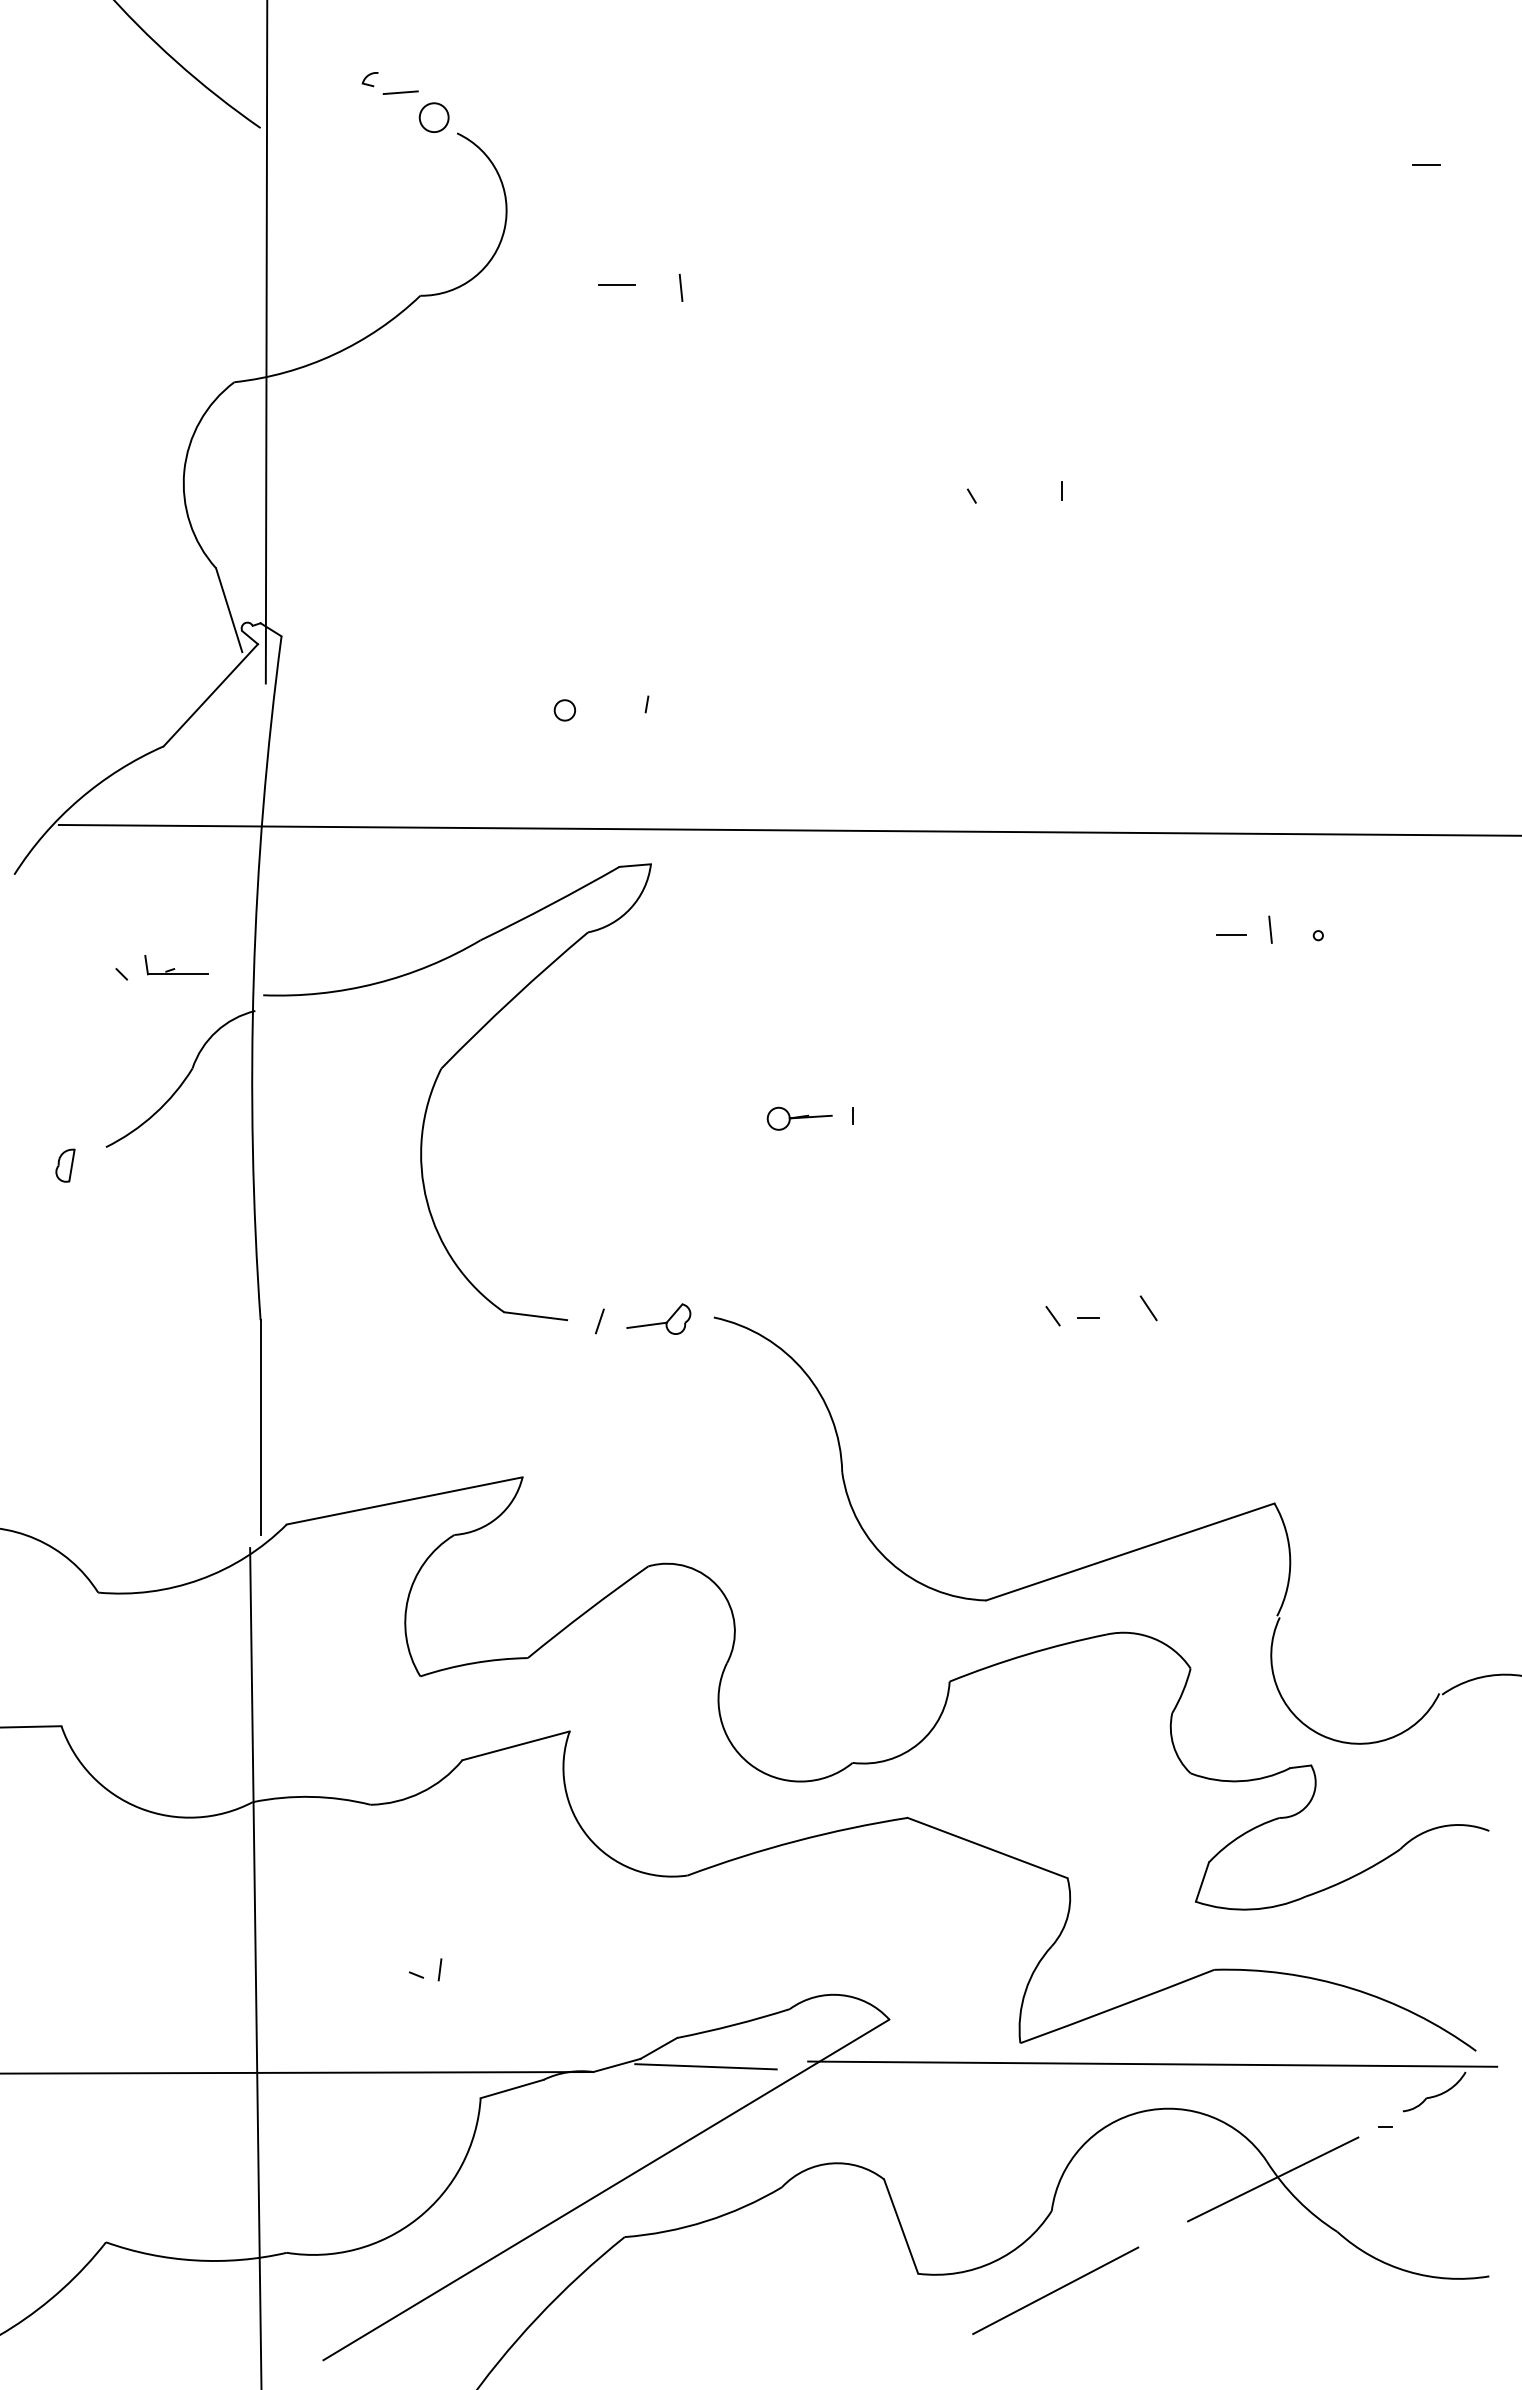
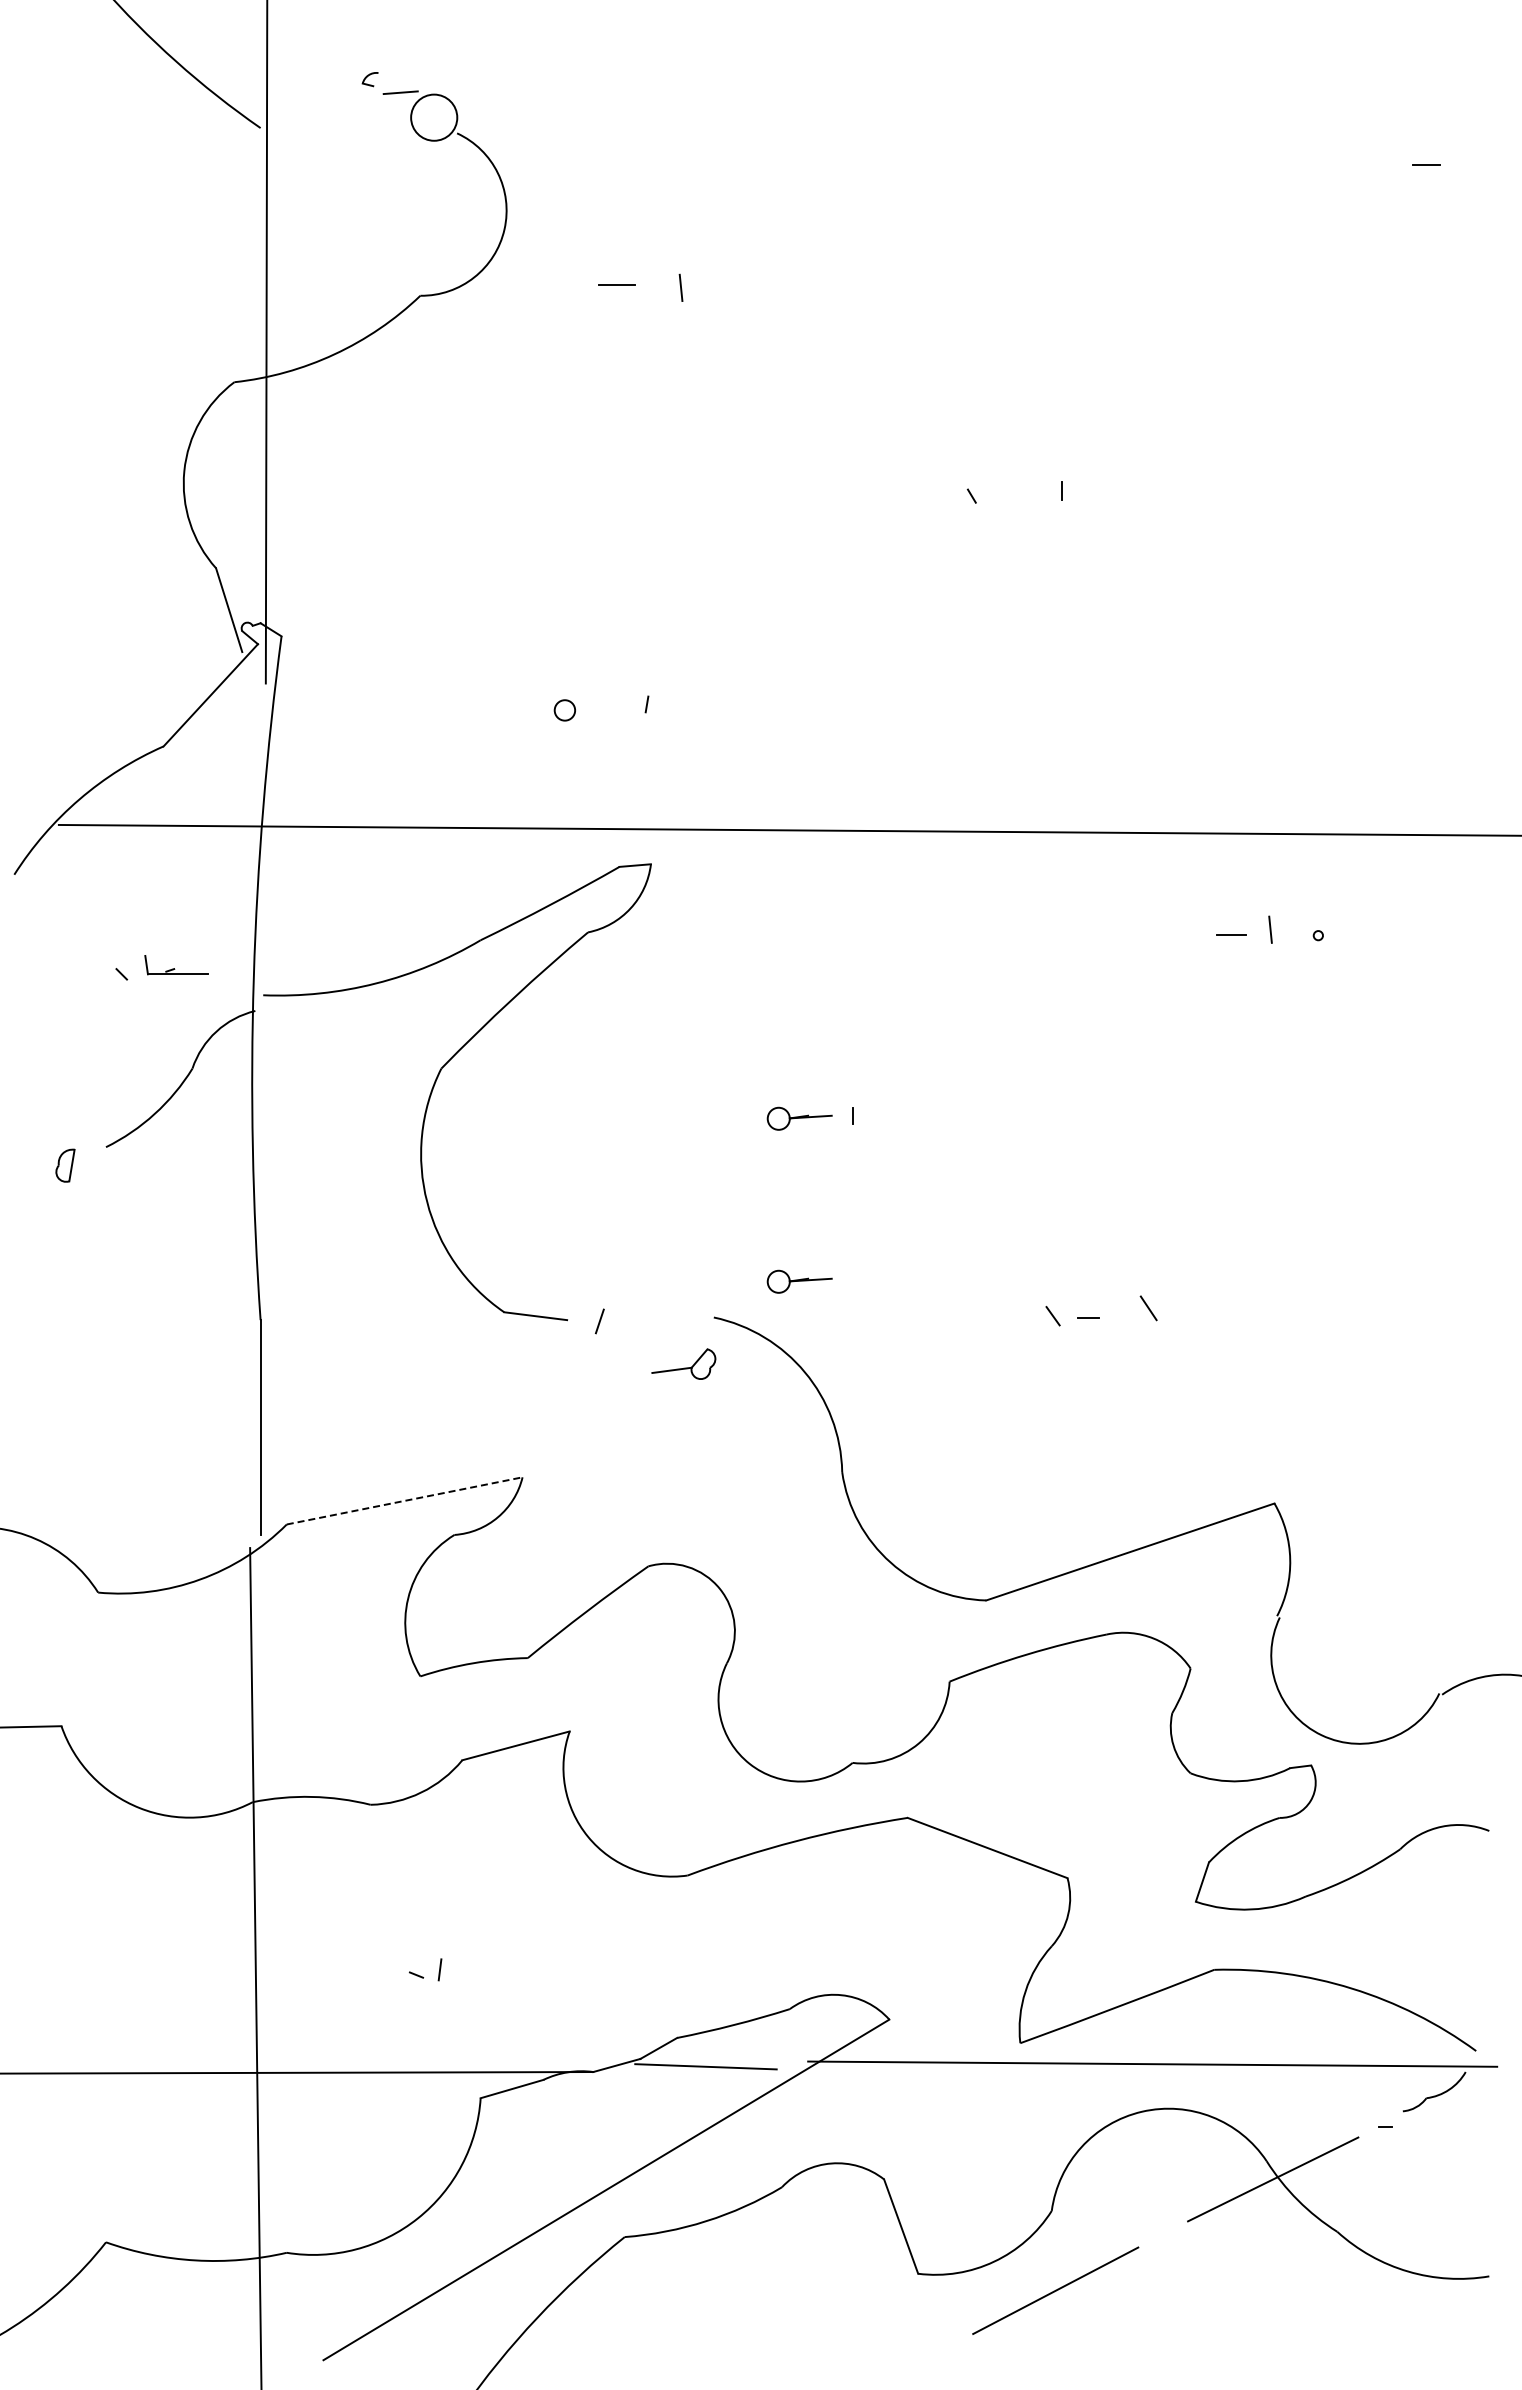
circle at (433, 117) diameter: 29 px -> 46 px
part at (799, 1281): none -> present
part at (658, 1318) position: (658, 1318) -> (683, 1363)
line at (405, 1500): solid -> dashed
